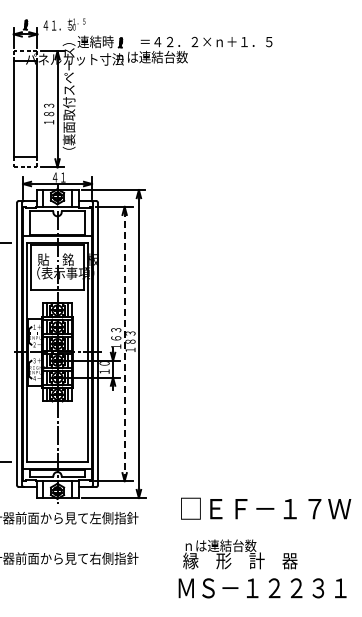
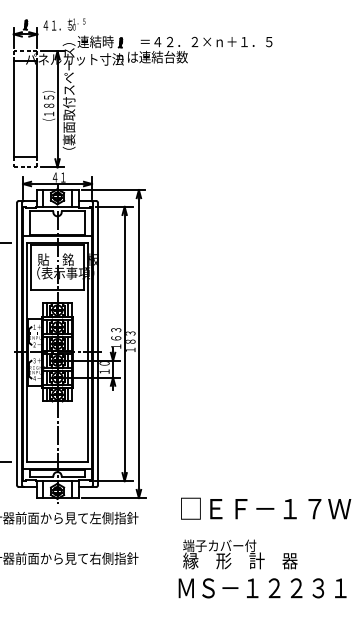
text at (48, 107): １８３ -> （１８５）
line at (124, 343): dashed -> solid
text at (219, 545): ｎは連結台数 -> 端子カバー付
